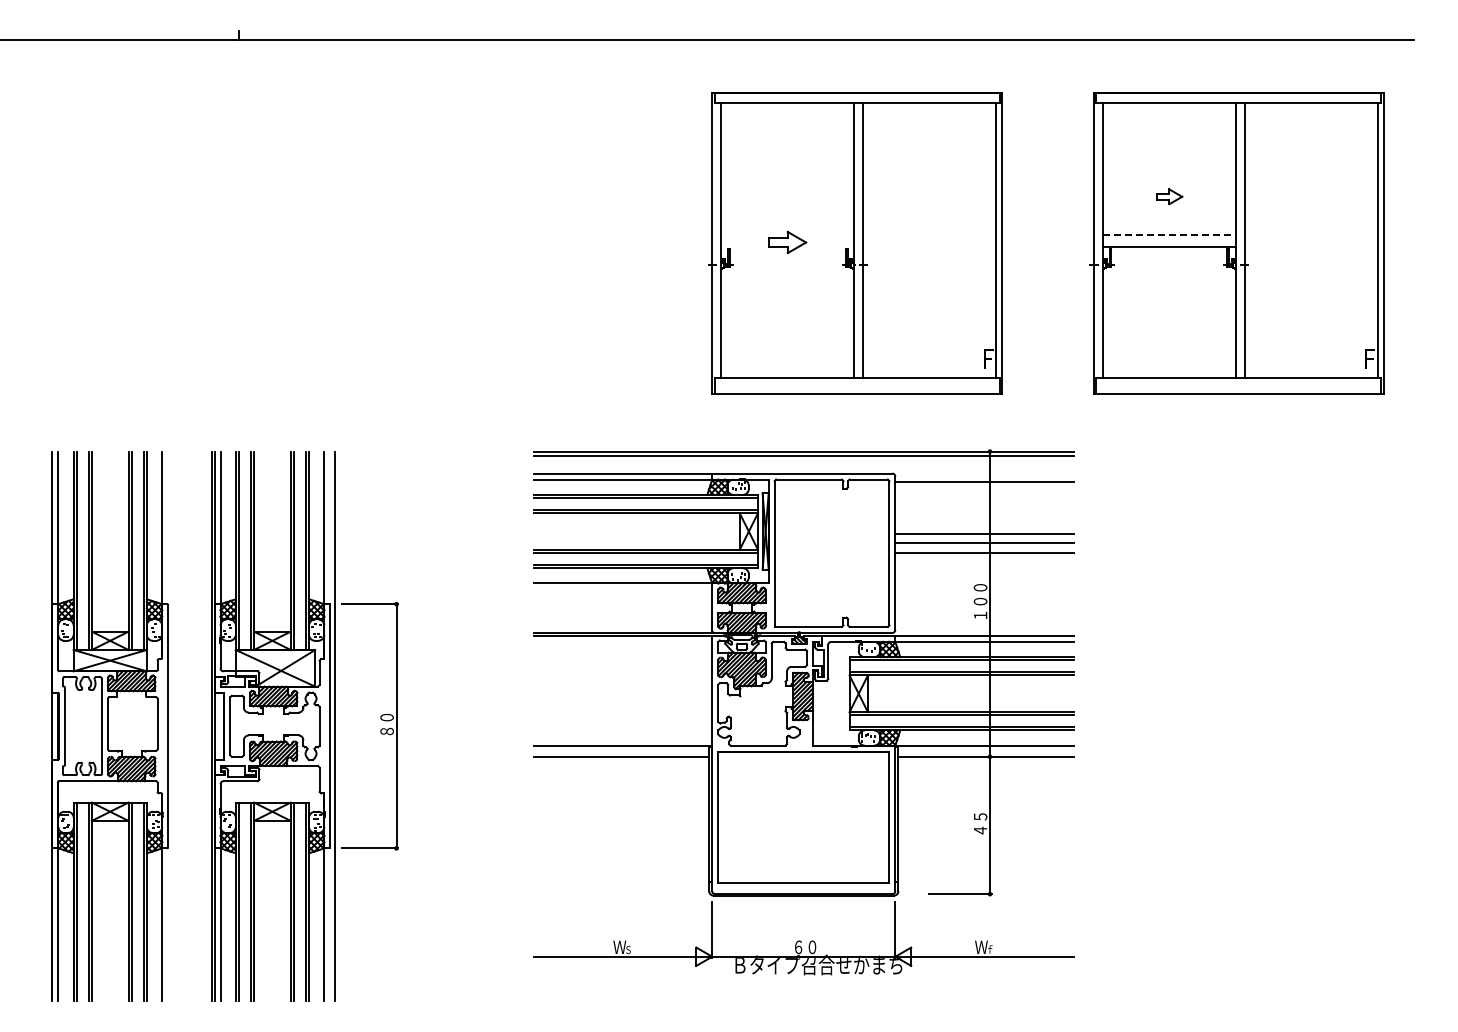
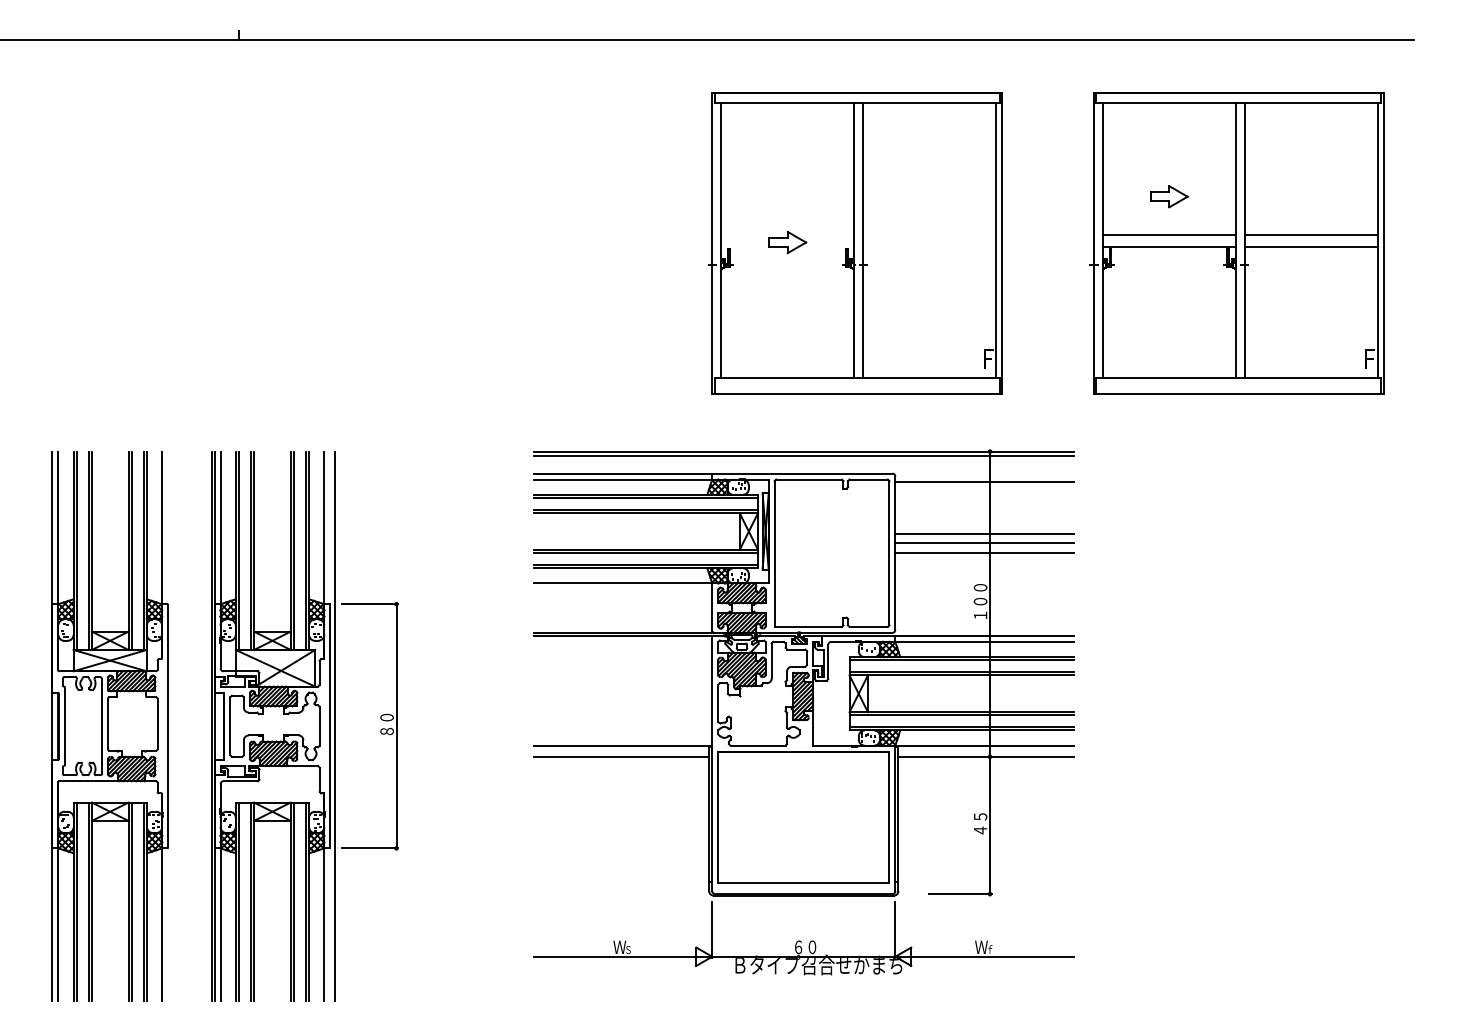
part at (1169, 196) size: 28x18 px -> 39x24 px
line at (1169, 234): dashed -> solid
line at (1310, 234): none -> present
line at (1310, 246): none -> present
